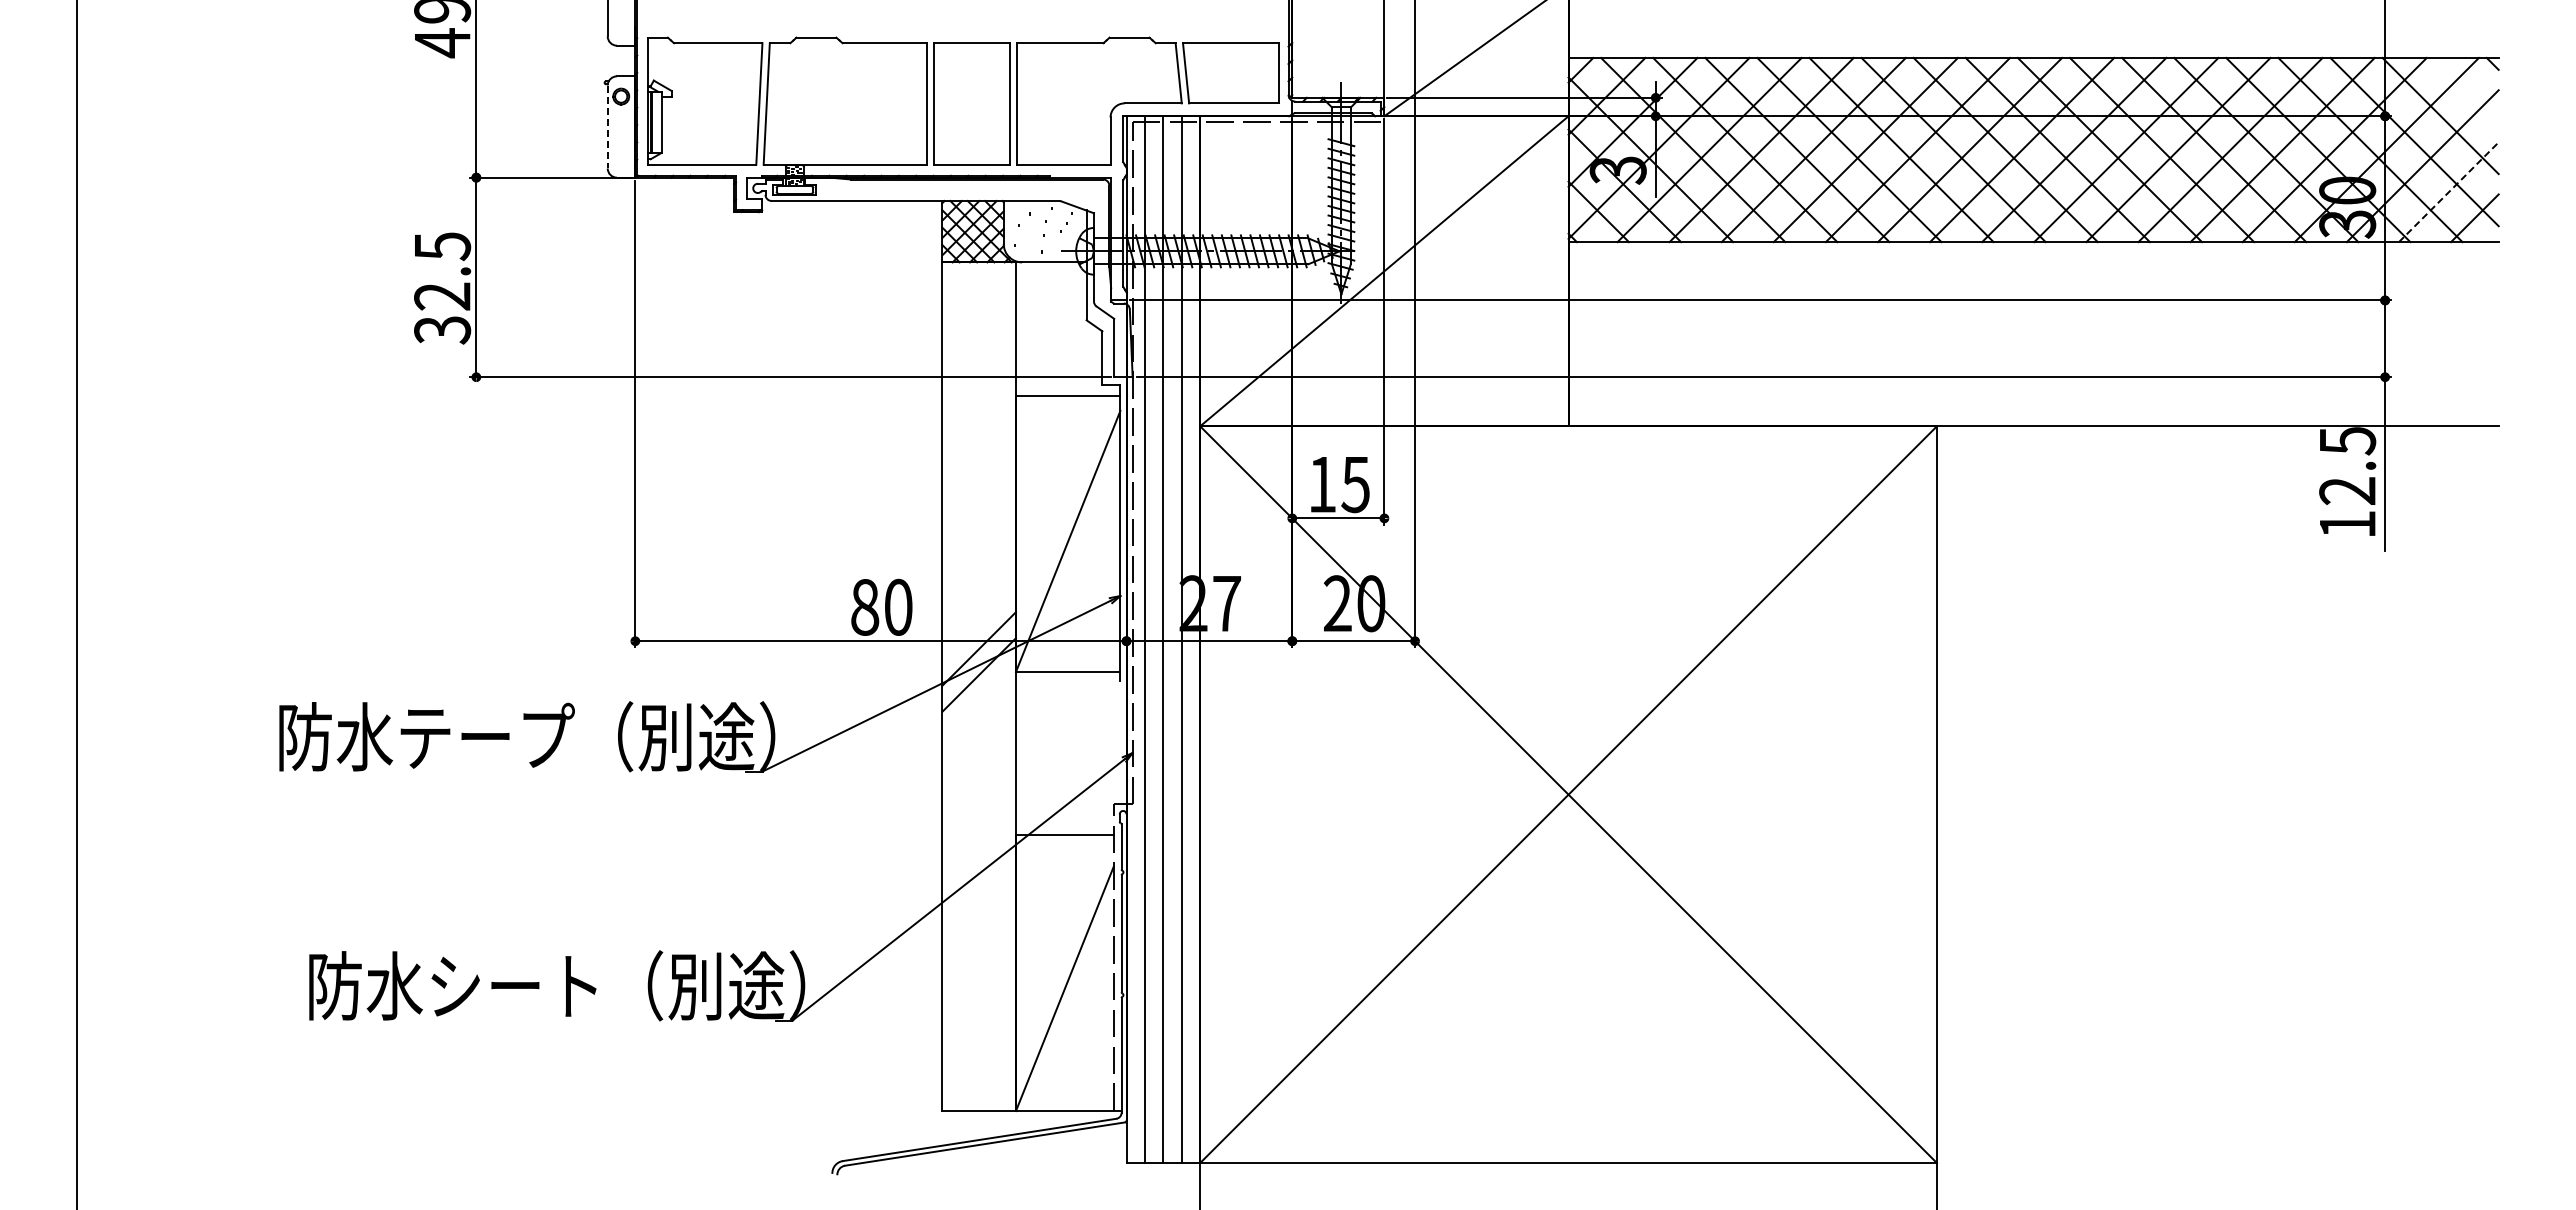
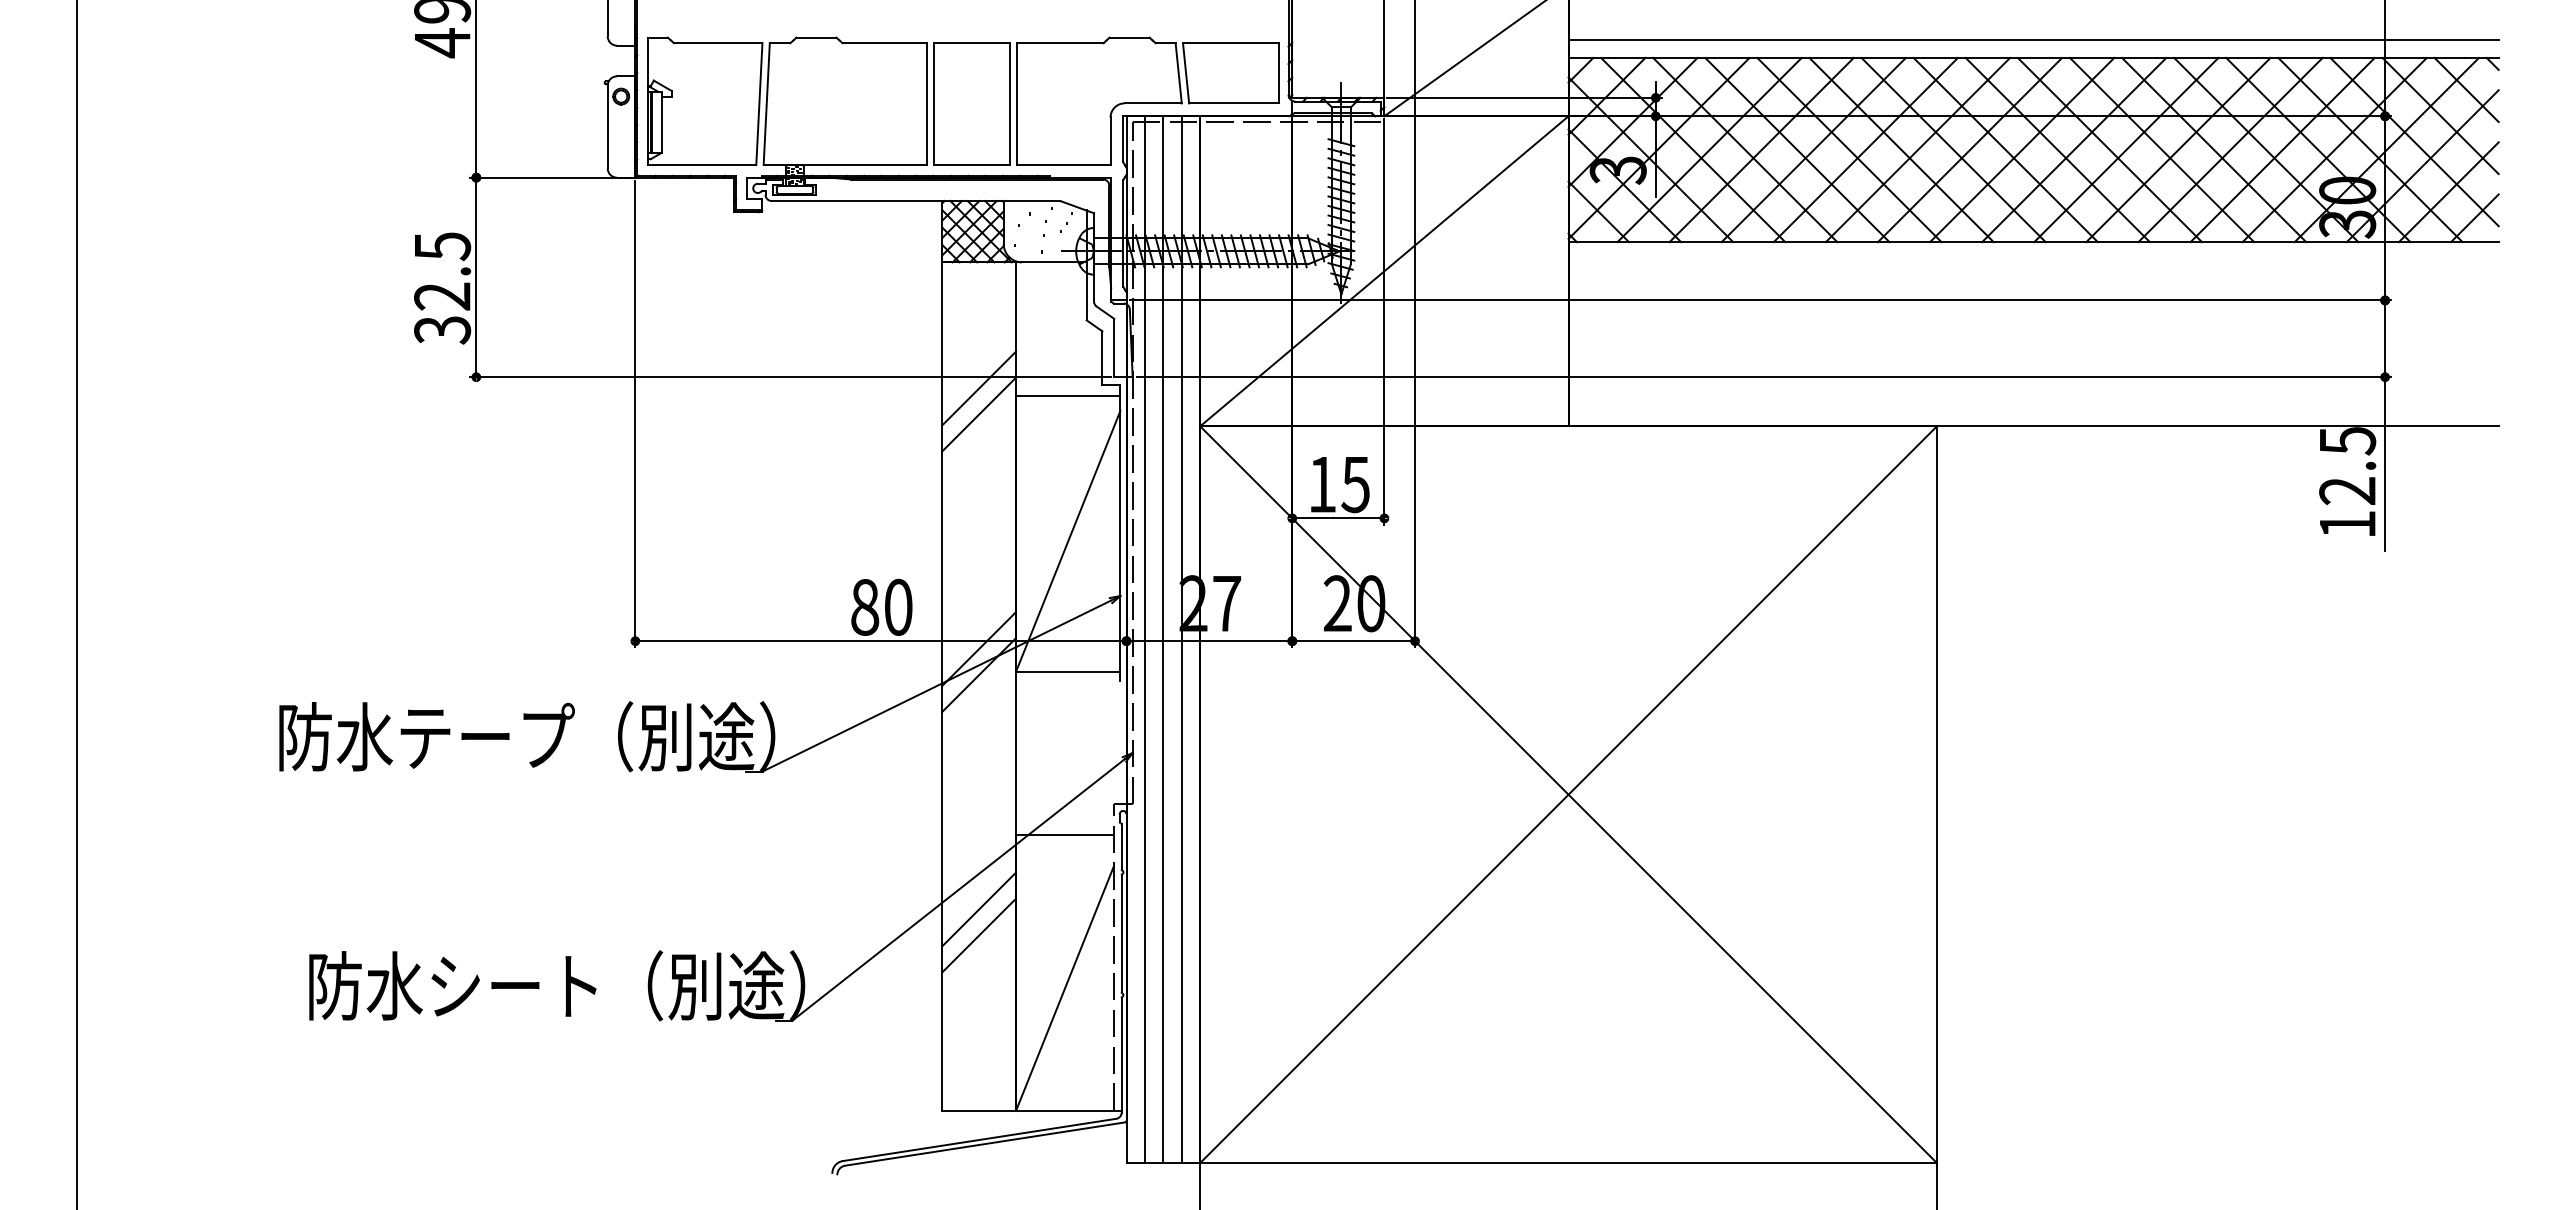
line at (2033, 39): none -> present
line at (2466, 89): none -> present
line at (607, 127): dashed -> solid
line at (2448, 192): dashed -> solid
line at (979, 388): none -> present
line at (979, 414): none -> present
line at (979, 909): none -> present
line at (979, 935): none -> present
